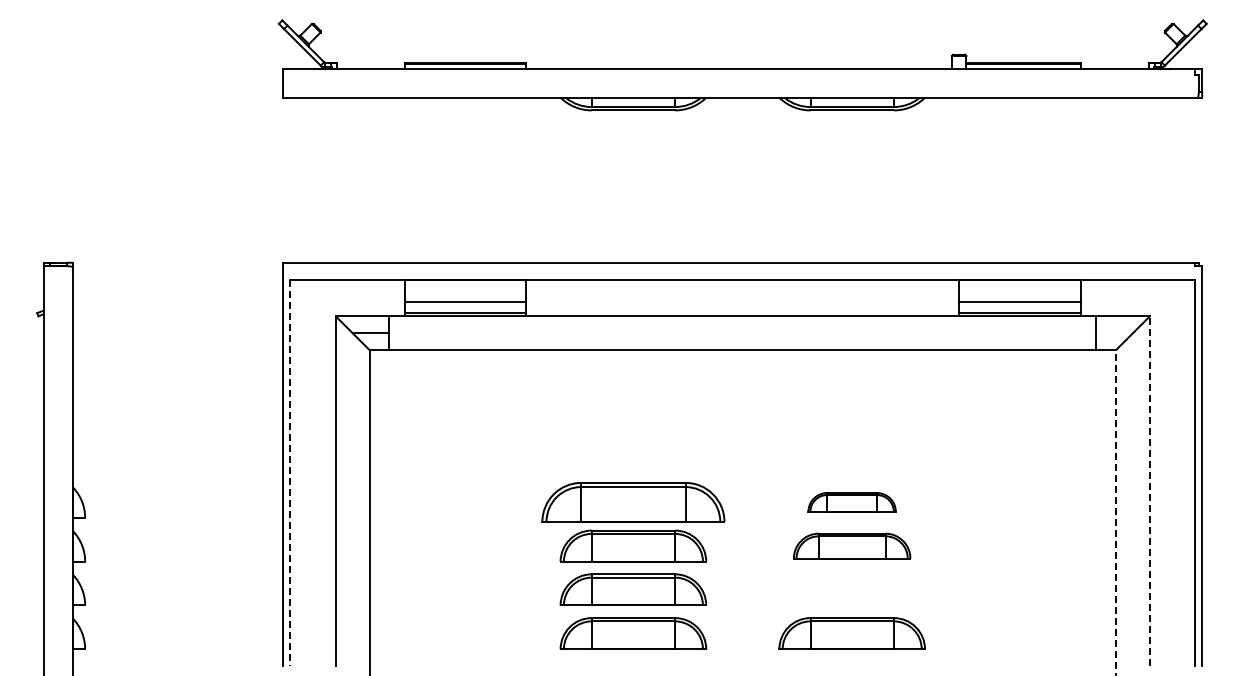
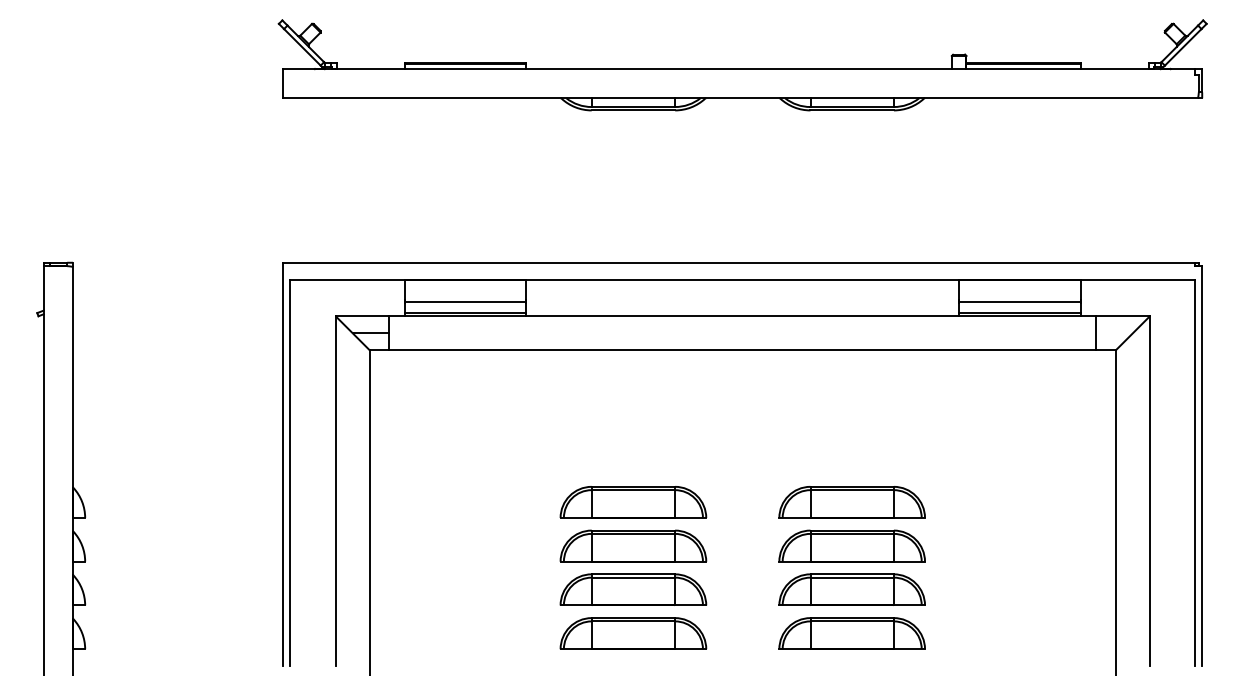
line at (290, 473): dashed -> solid
line at (1149, 490): dashed -> solid
part at (633, 502) size: 185x41 px -> 149x33 px
part at (851, 502) size: 90x21 px -> 148x33 px
line at (1115, 513): dashed -> solid
part at (852, 545) size: 119x28 px -> 148x34 px
part at (851, 589): none -> present
